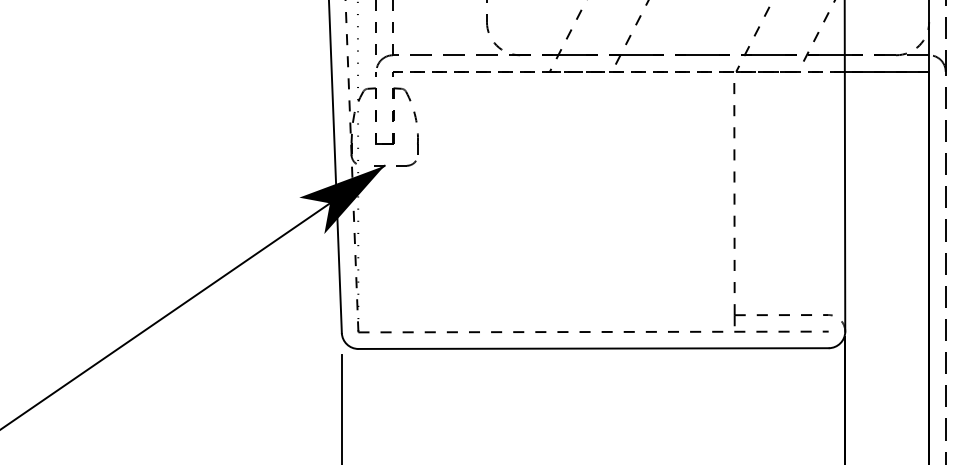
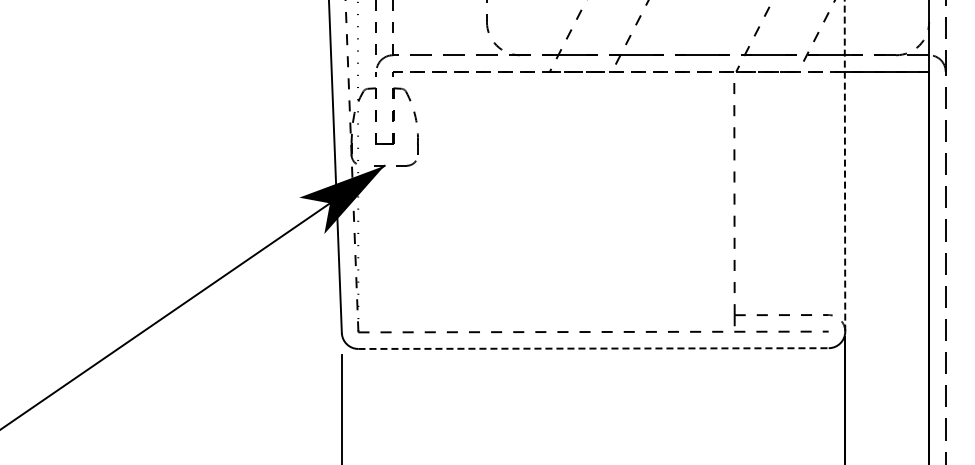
line at (844, 165): solid -> dashed
line at (594, 348): solid -> dashed
